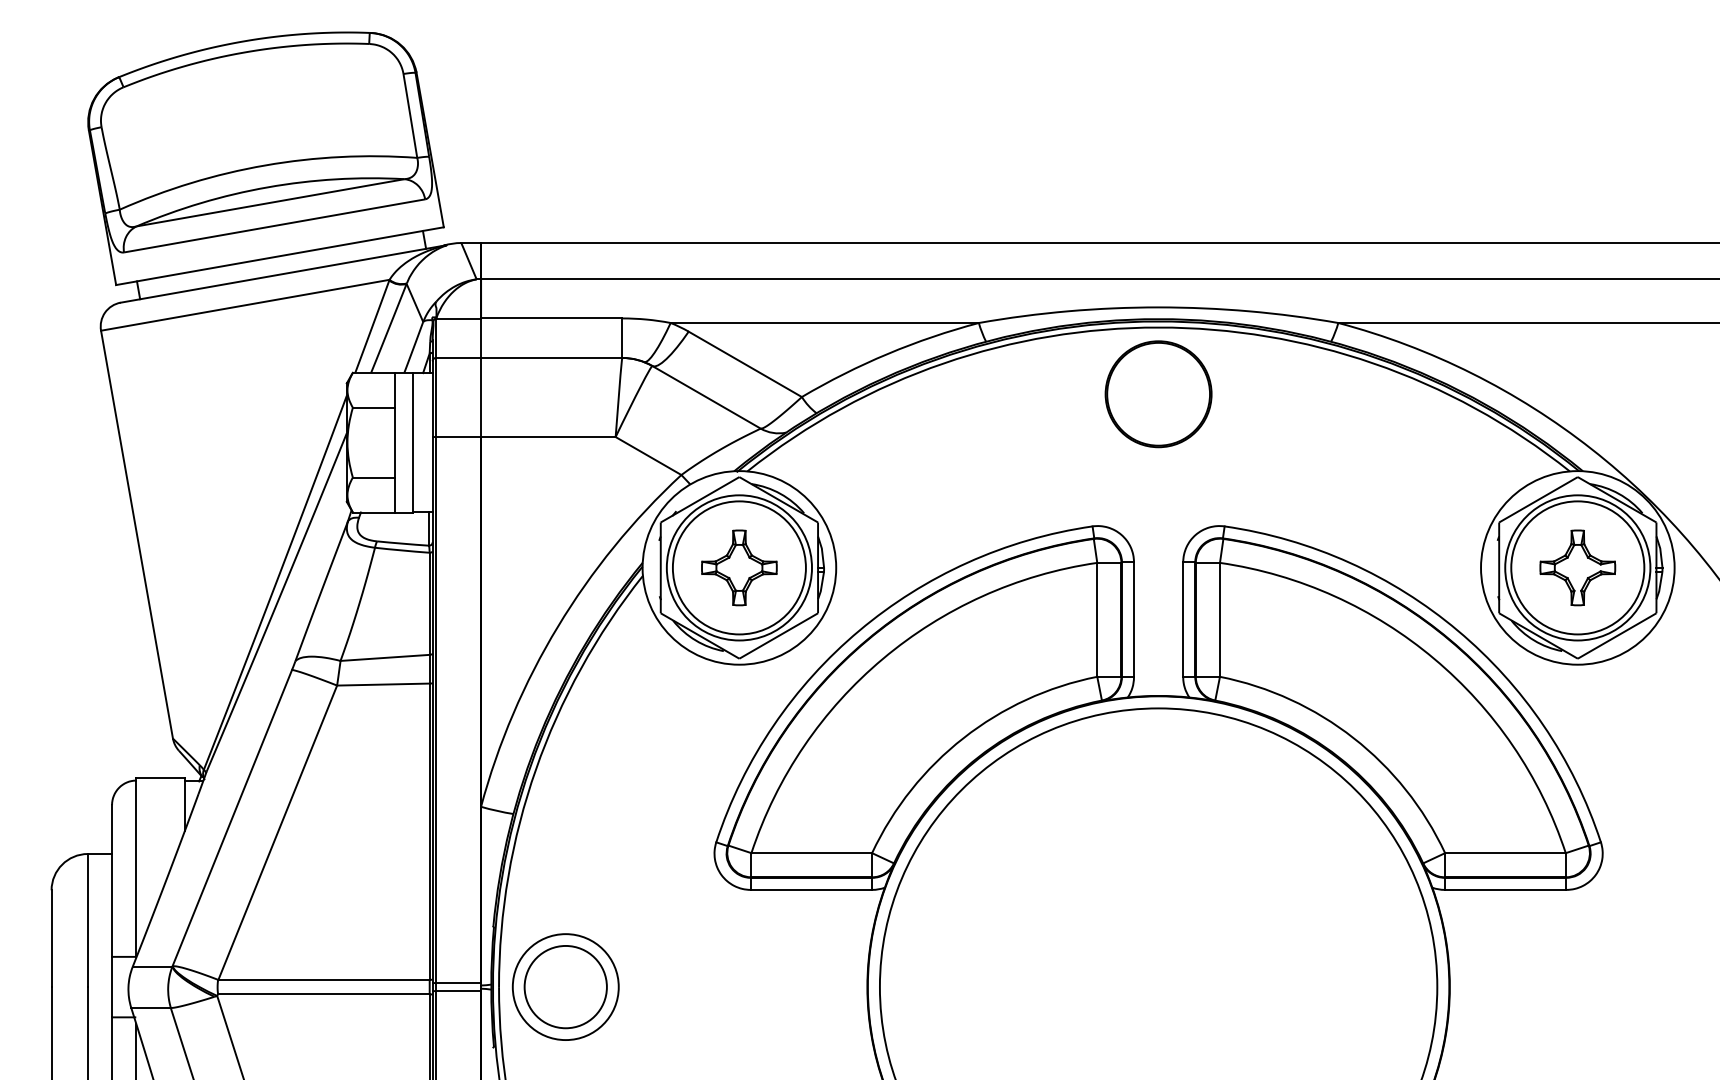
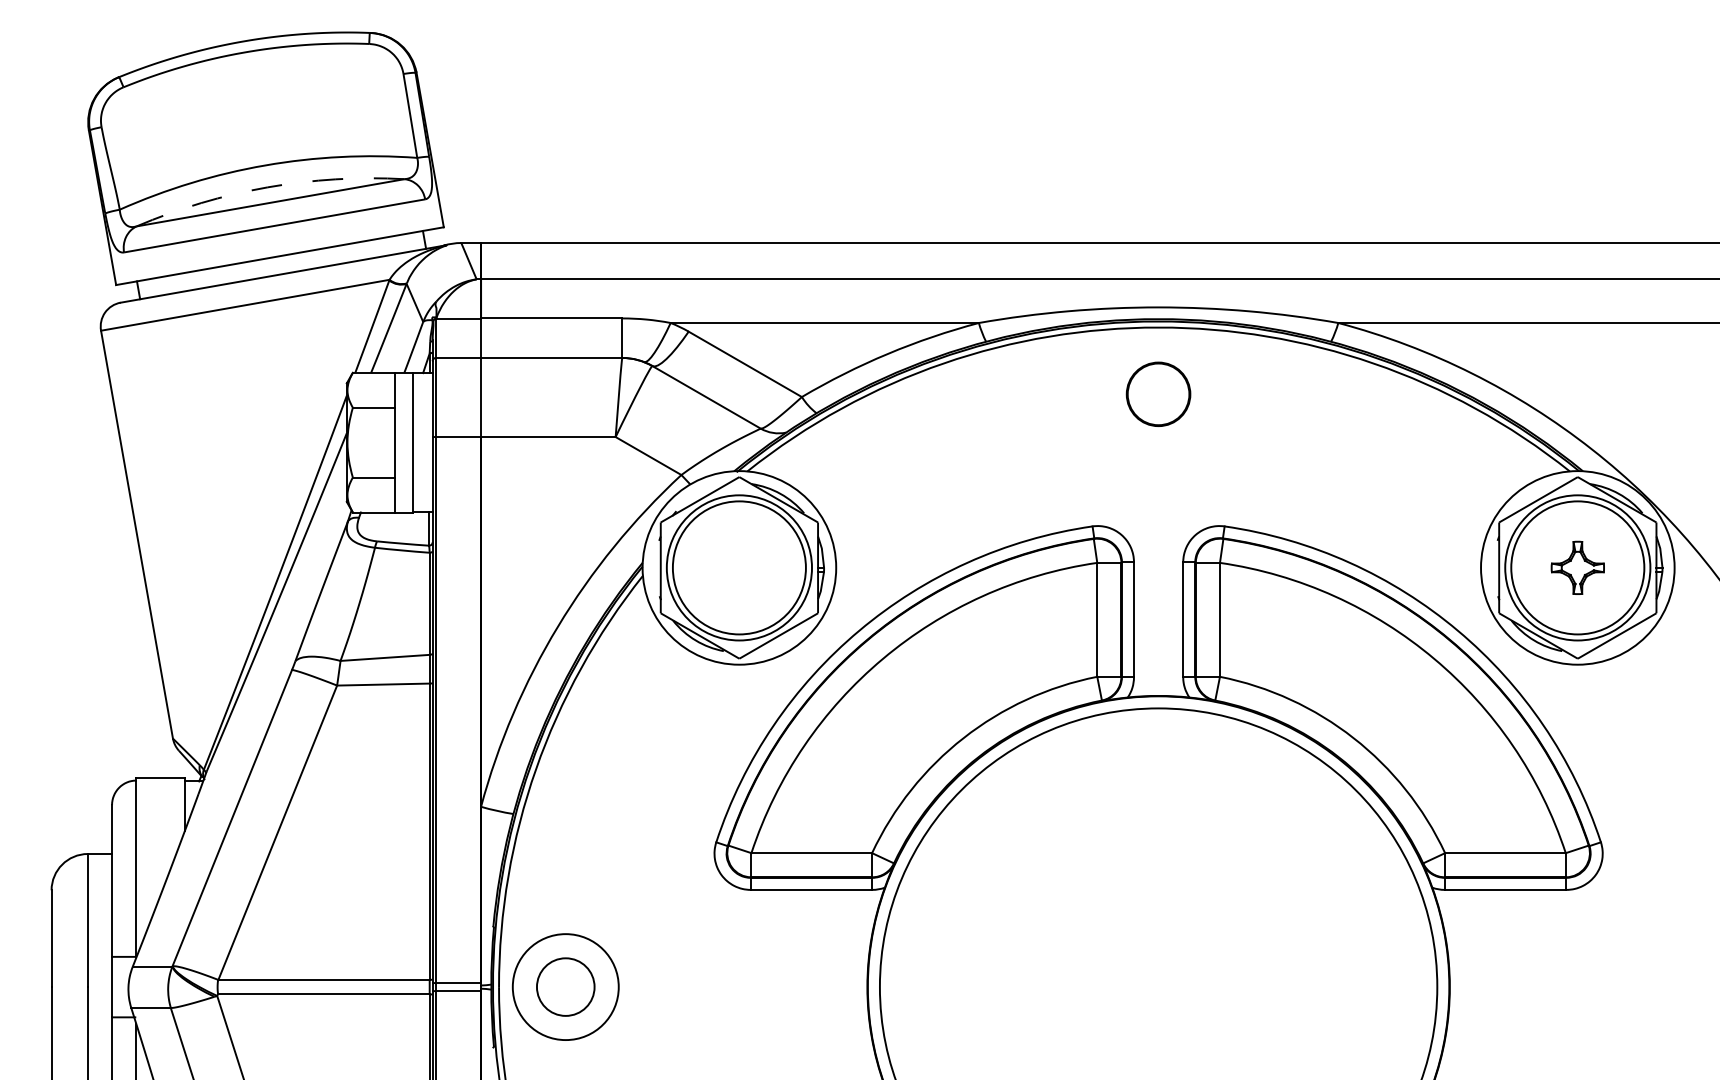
arc at (267, 187): solid -> dashed
part at (1158, 394) size: 109x109 px -> 67x66 px
part at (739, 567): present -> none
part at (1577, 567) size: 78x78 px -> 55x55 px
circle at (565, 986) diameter: 82 px -> 58 px
